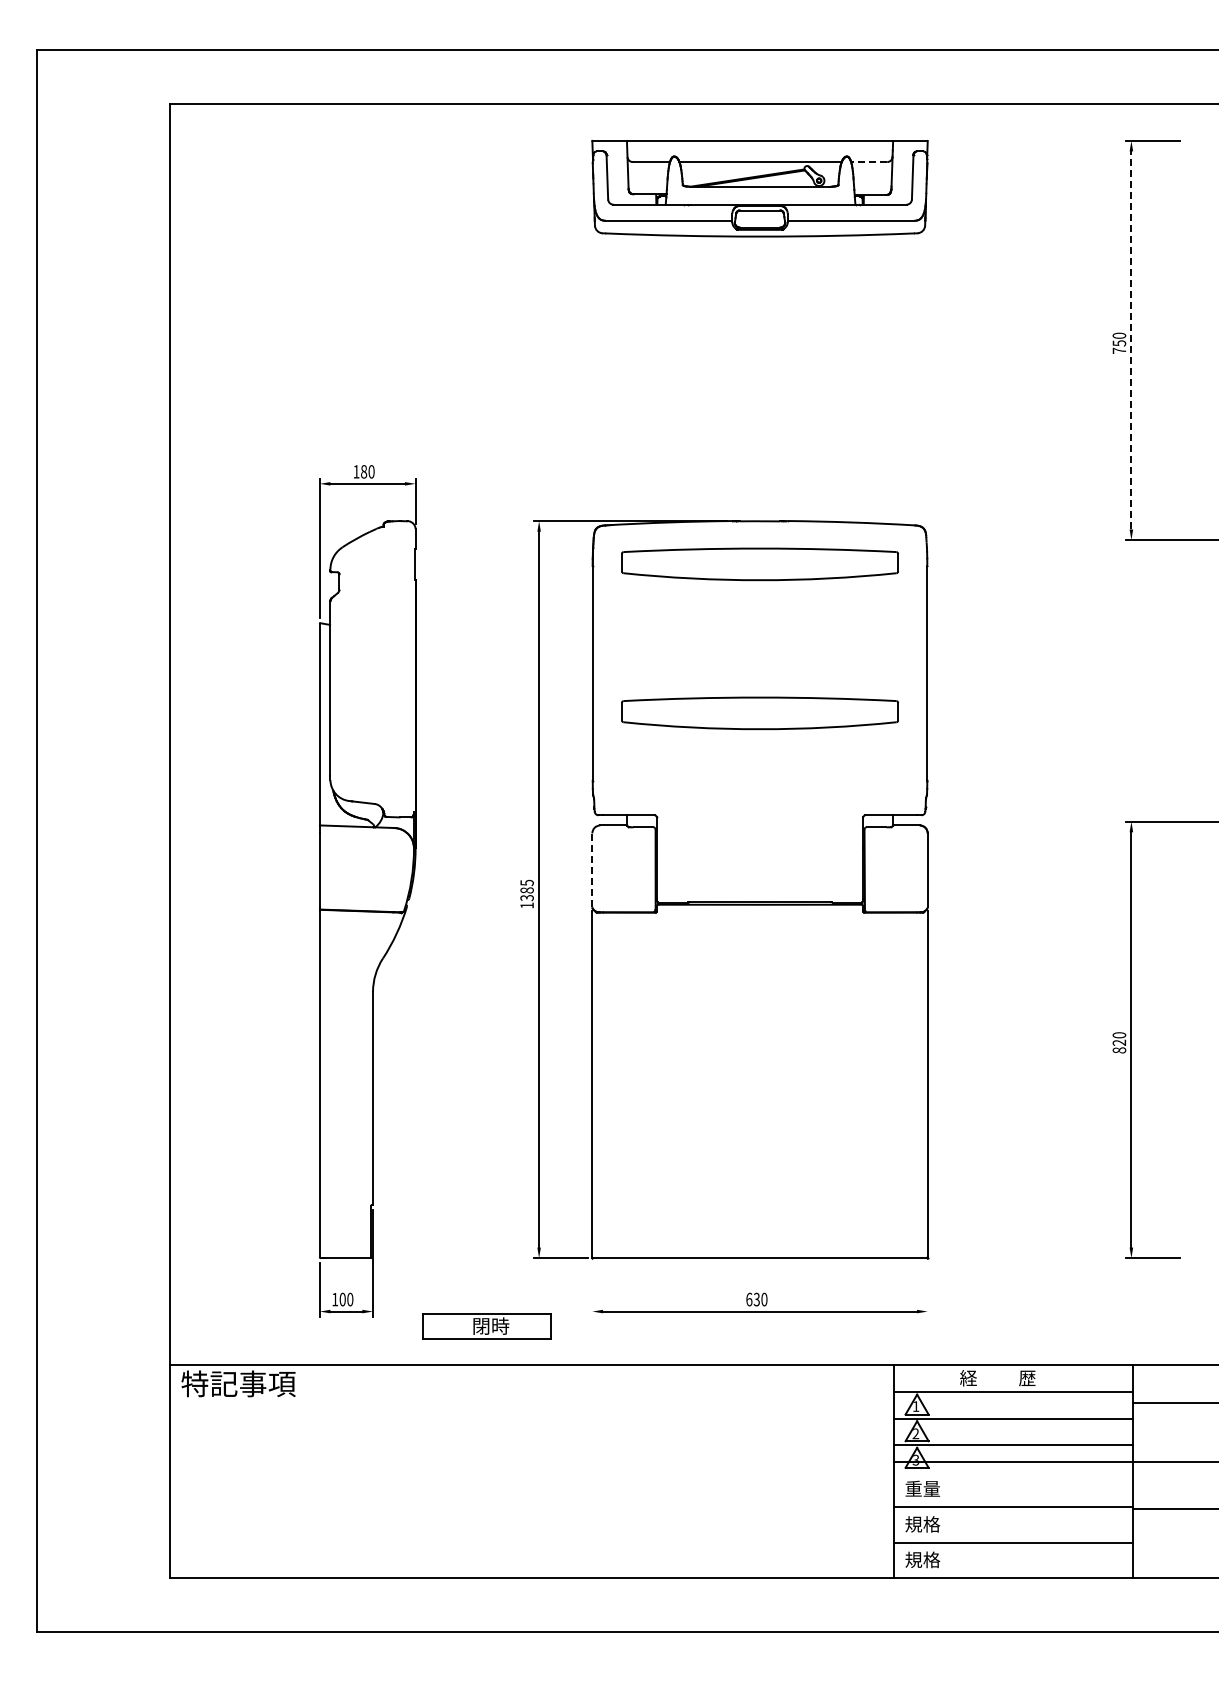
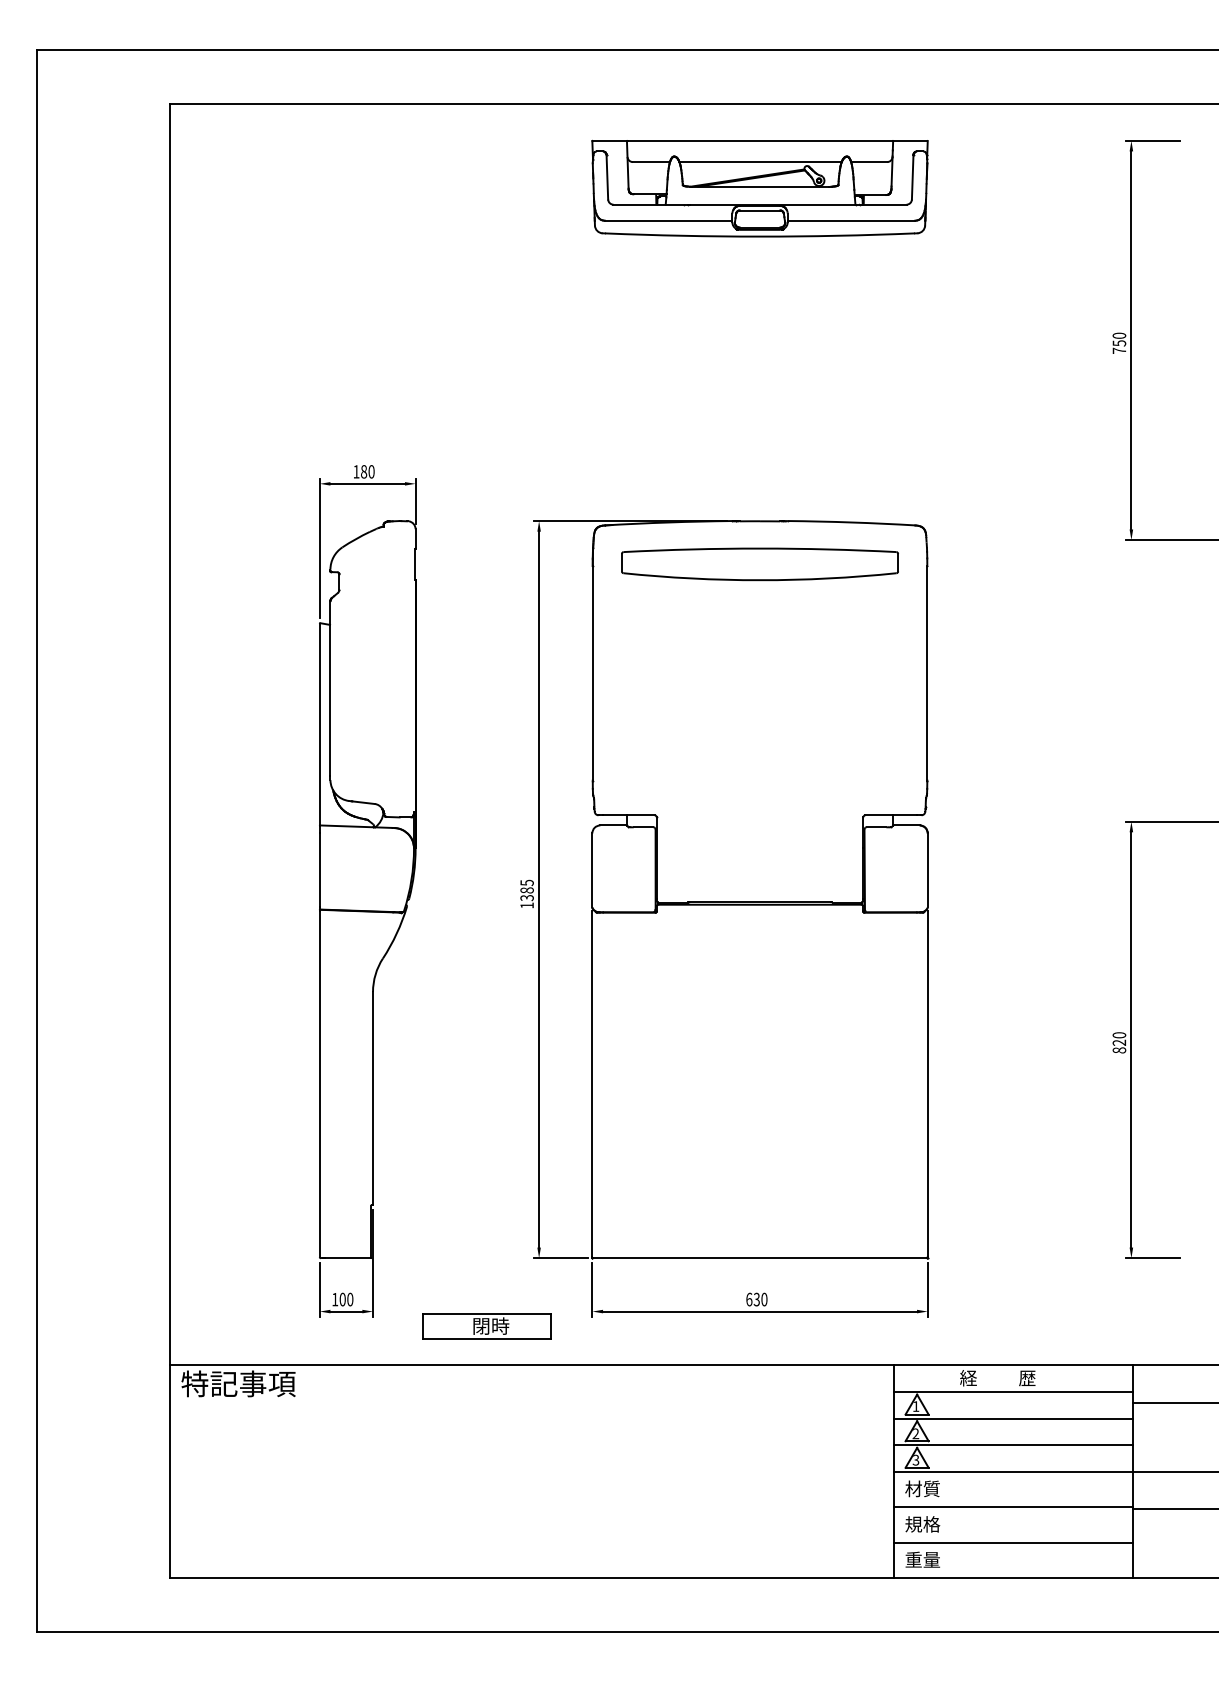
line at (868, 162): dashed -> solid
line at (1131, 339): dashed -> solid
part at (759, 713): present -> none
line at (592, 870): dashed -> solid
line at (592, 1289): none -> present
line at (927, 1289): none -> present
line at (1054, 1461) position: (1054, 1461) -> (1054, 1471)
text at (922, 1488): 重量 -> 材質
text at (922, 1559): 規格 -> 重量
